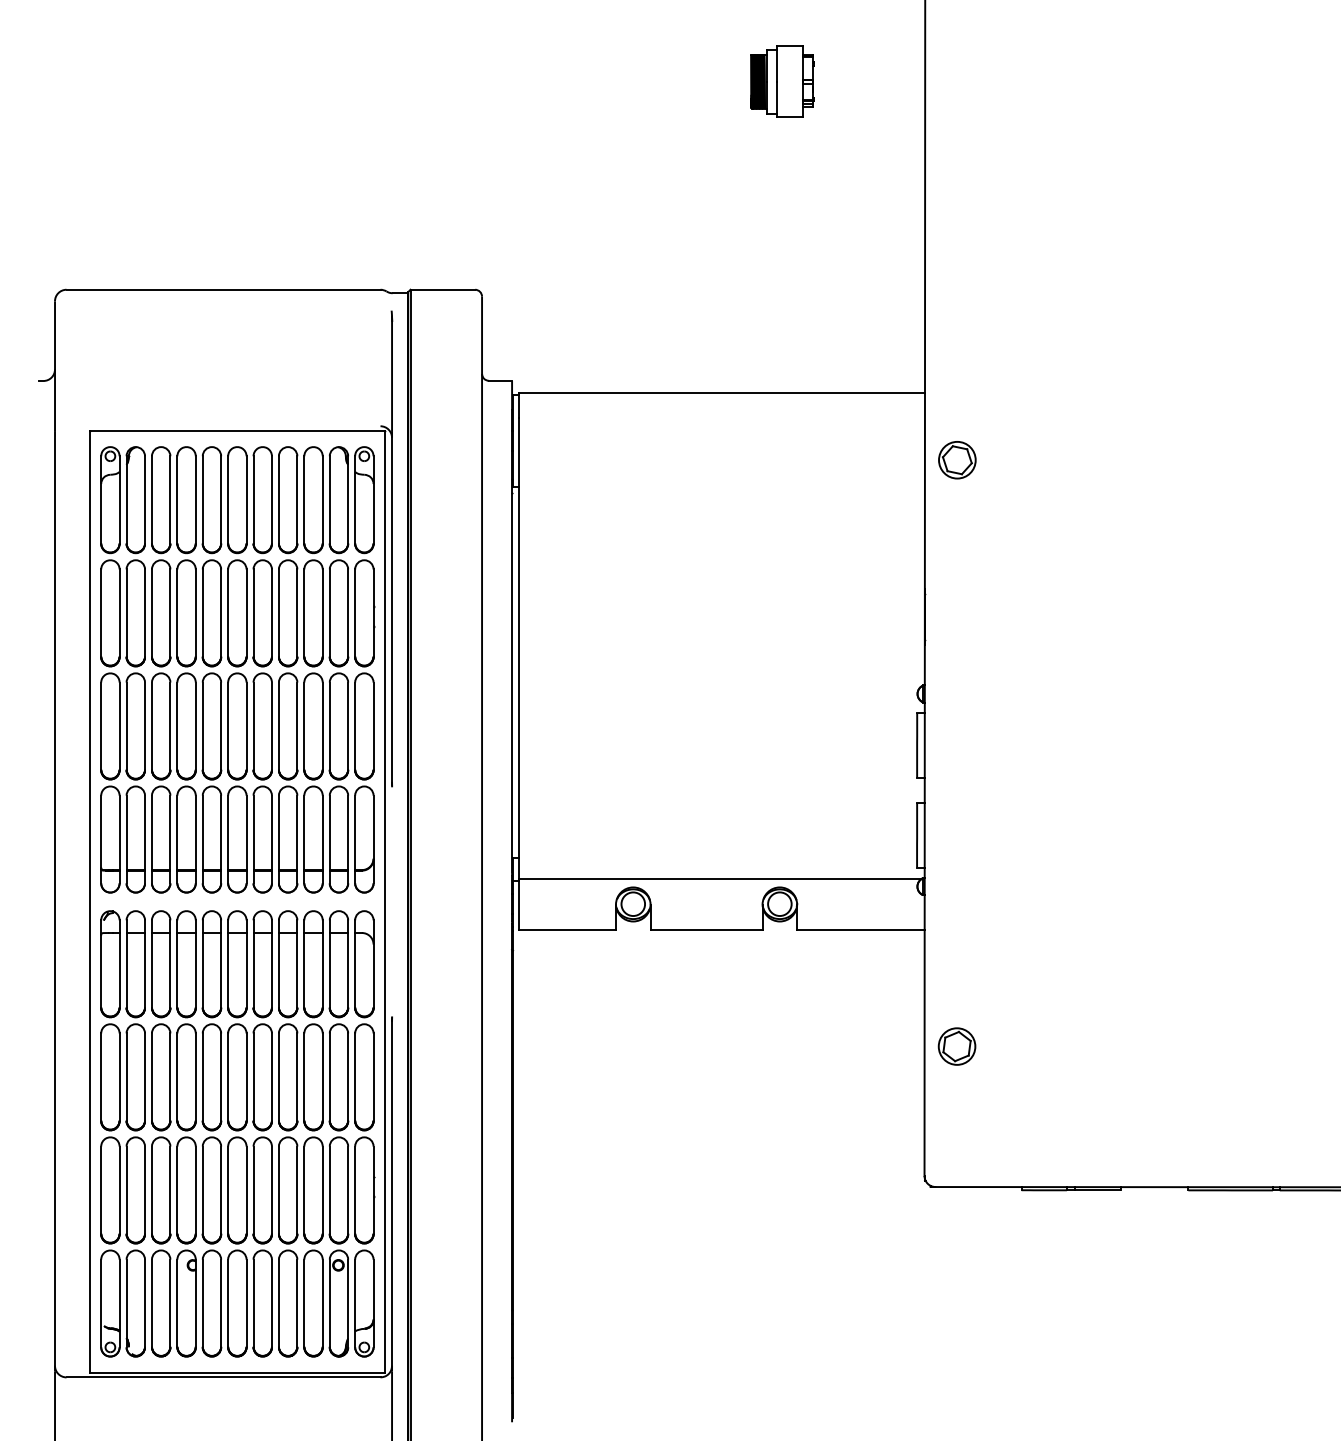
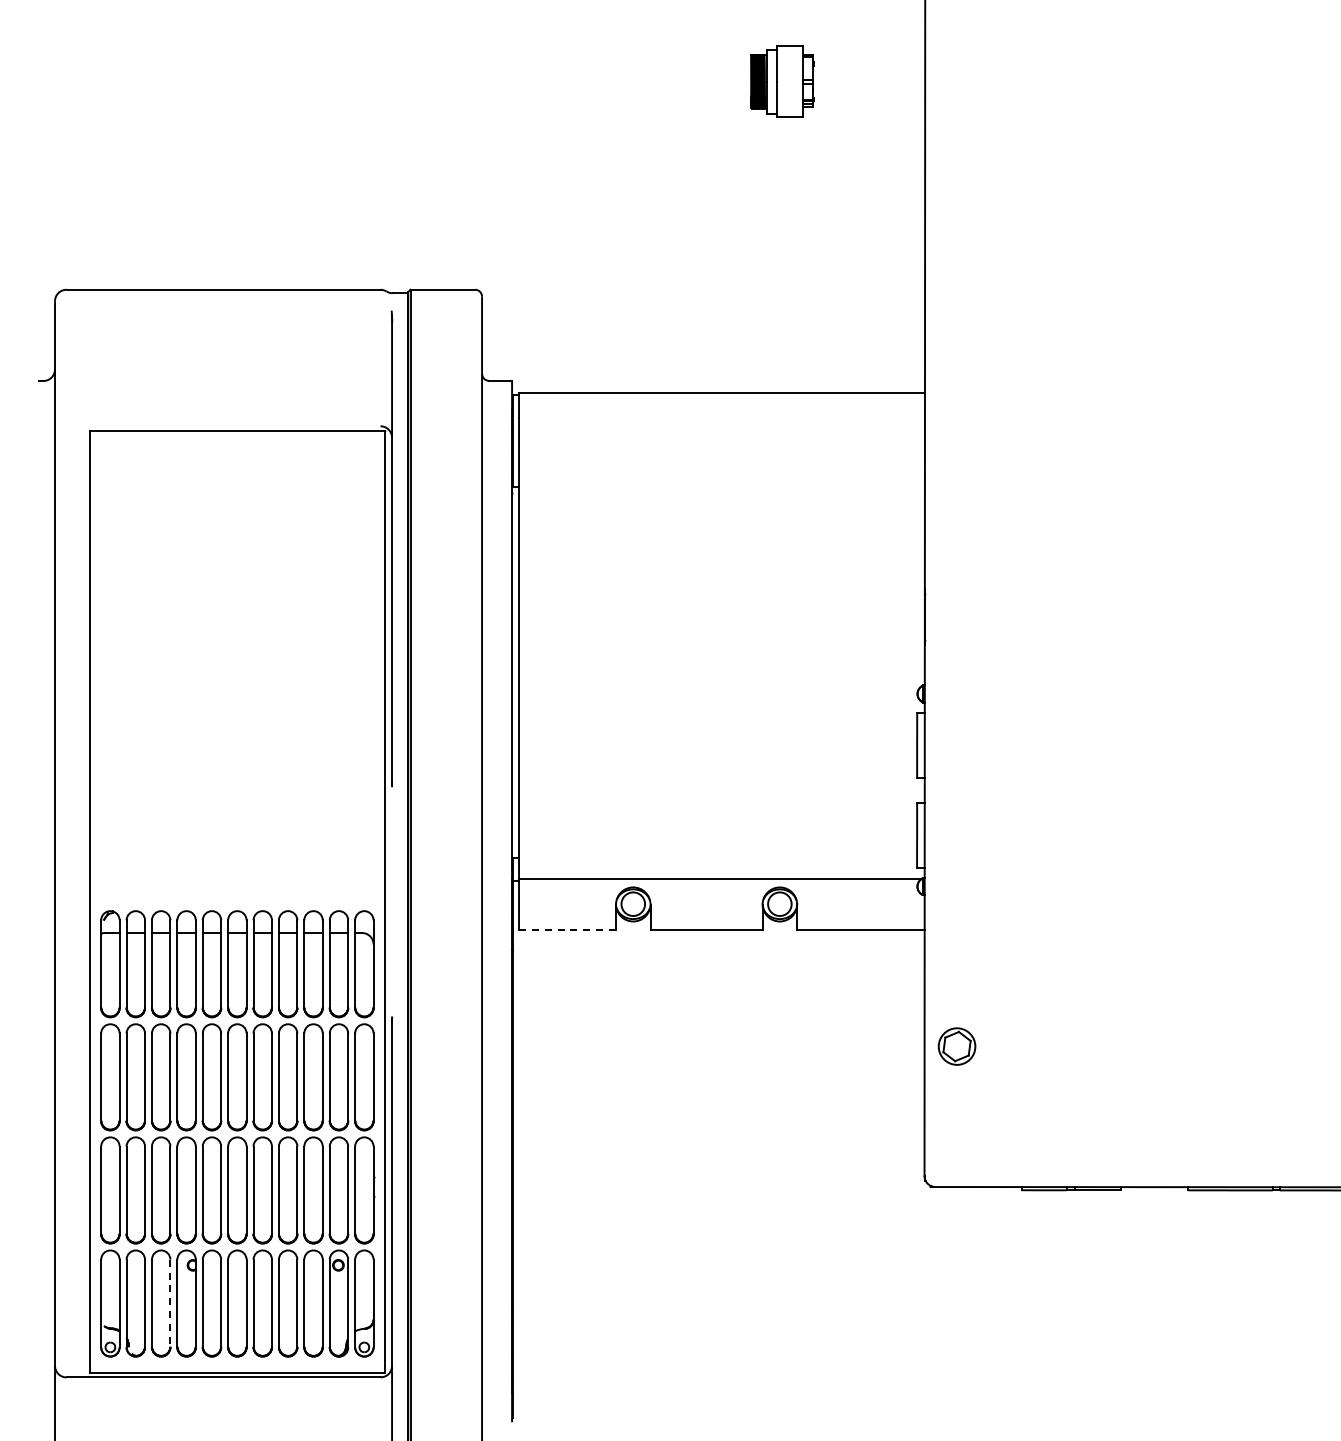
part at (957, 460): present -> none
part at (237, 669): present -> none
line at (567, 930): solid -> dashed
line at (170, 1303): solid -> dashed
